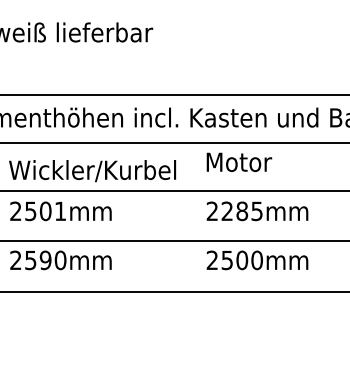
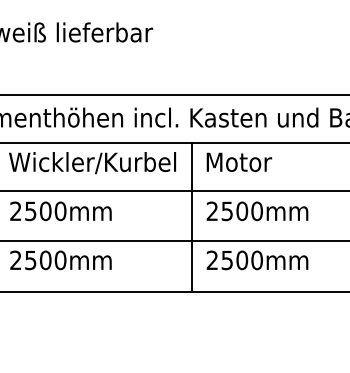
text at (92, 171) position: (92, 171) -> (92, 163)
text at (60, 211): 2501mm -> 2500mm
text at (241, 211): 2285mm -> 2500mm
line at (191, 217): none -> present
text at (45, 260): 2590mm -> 2500mm
